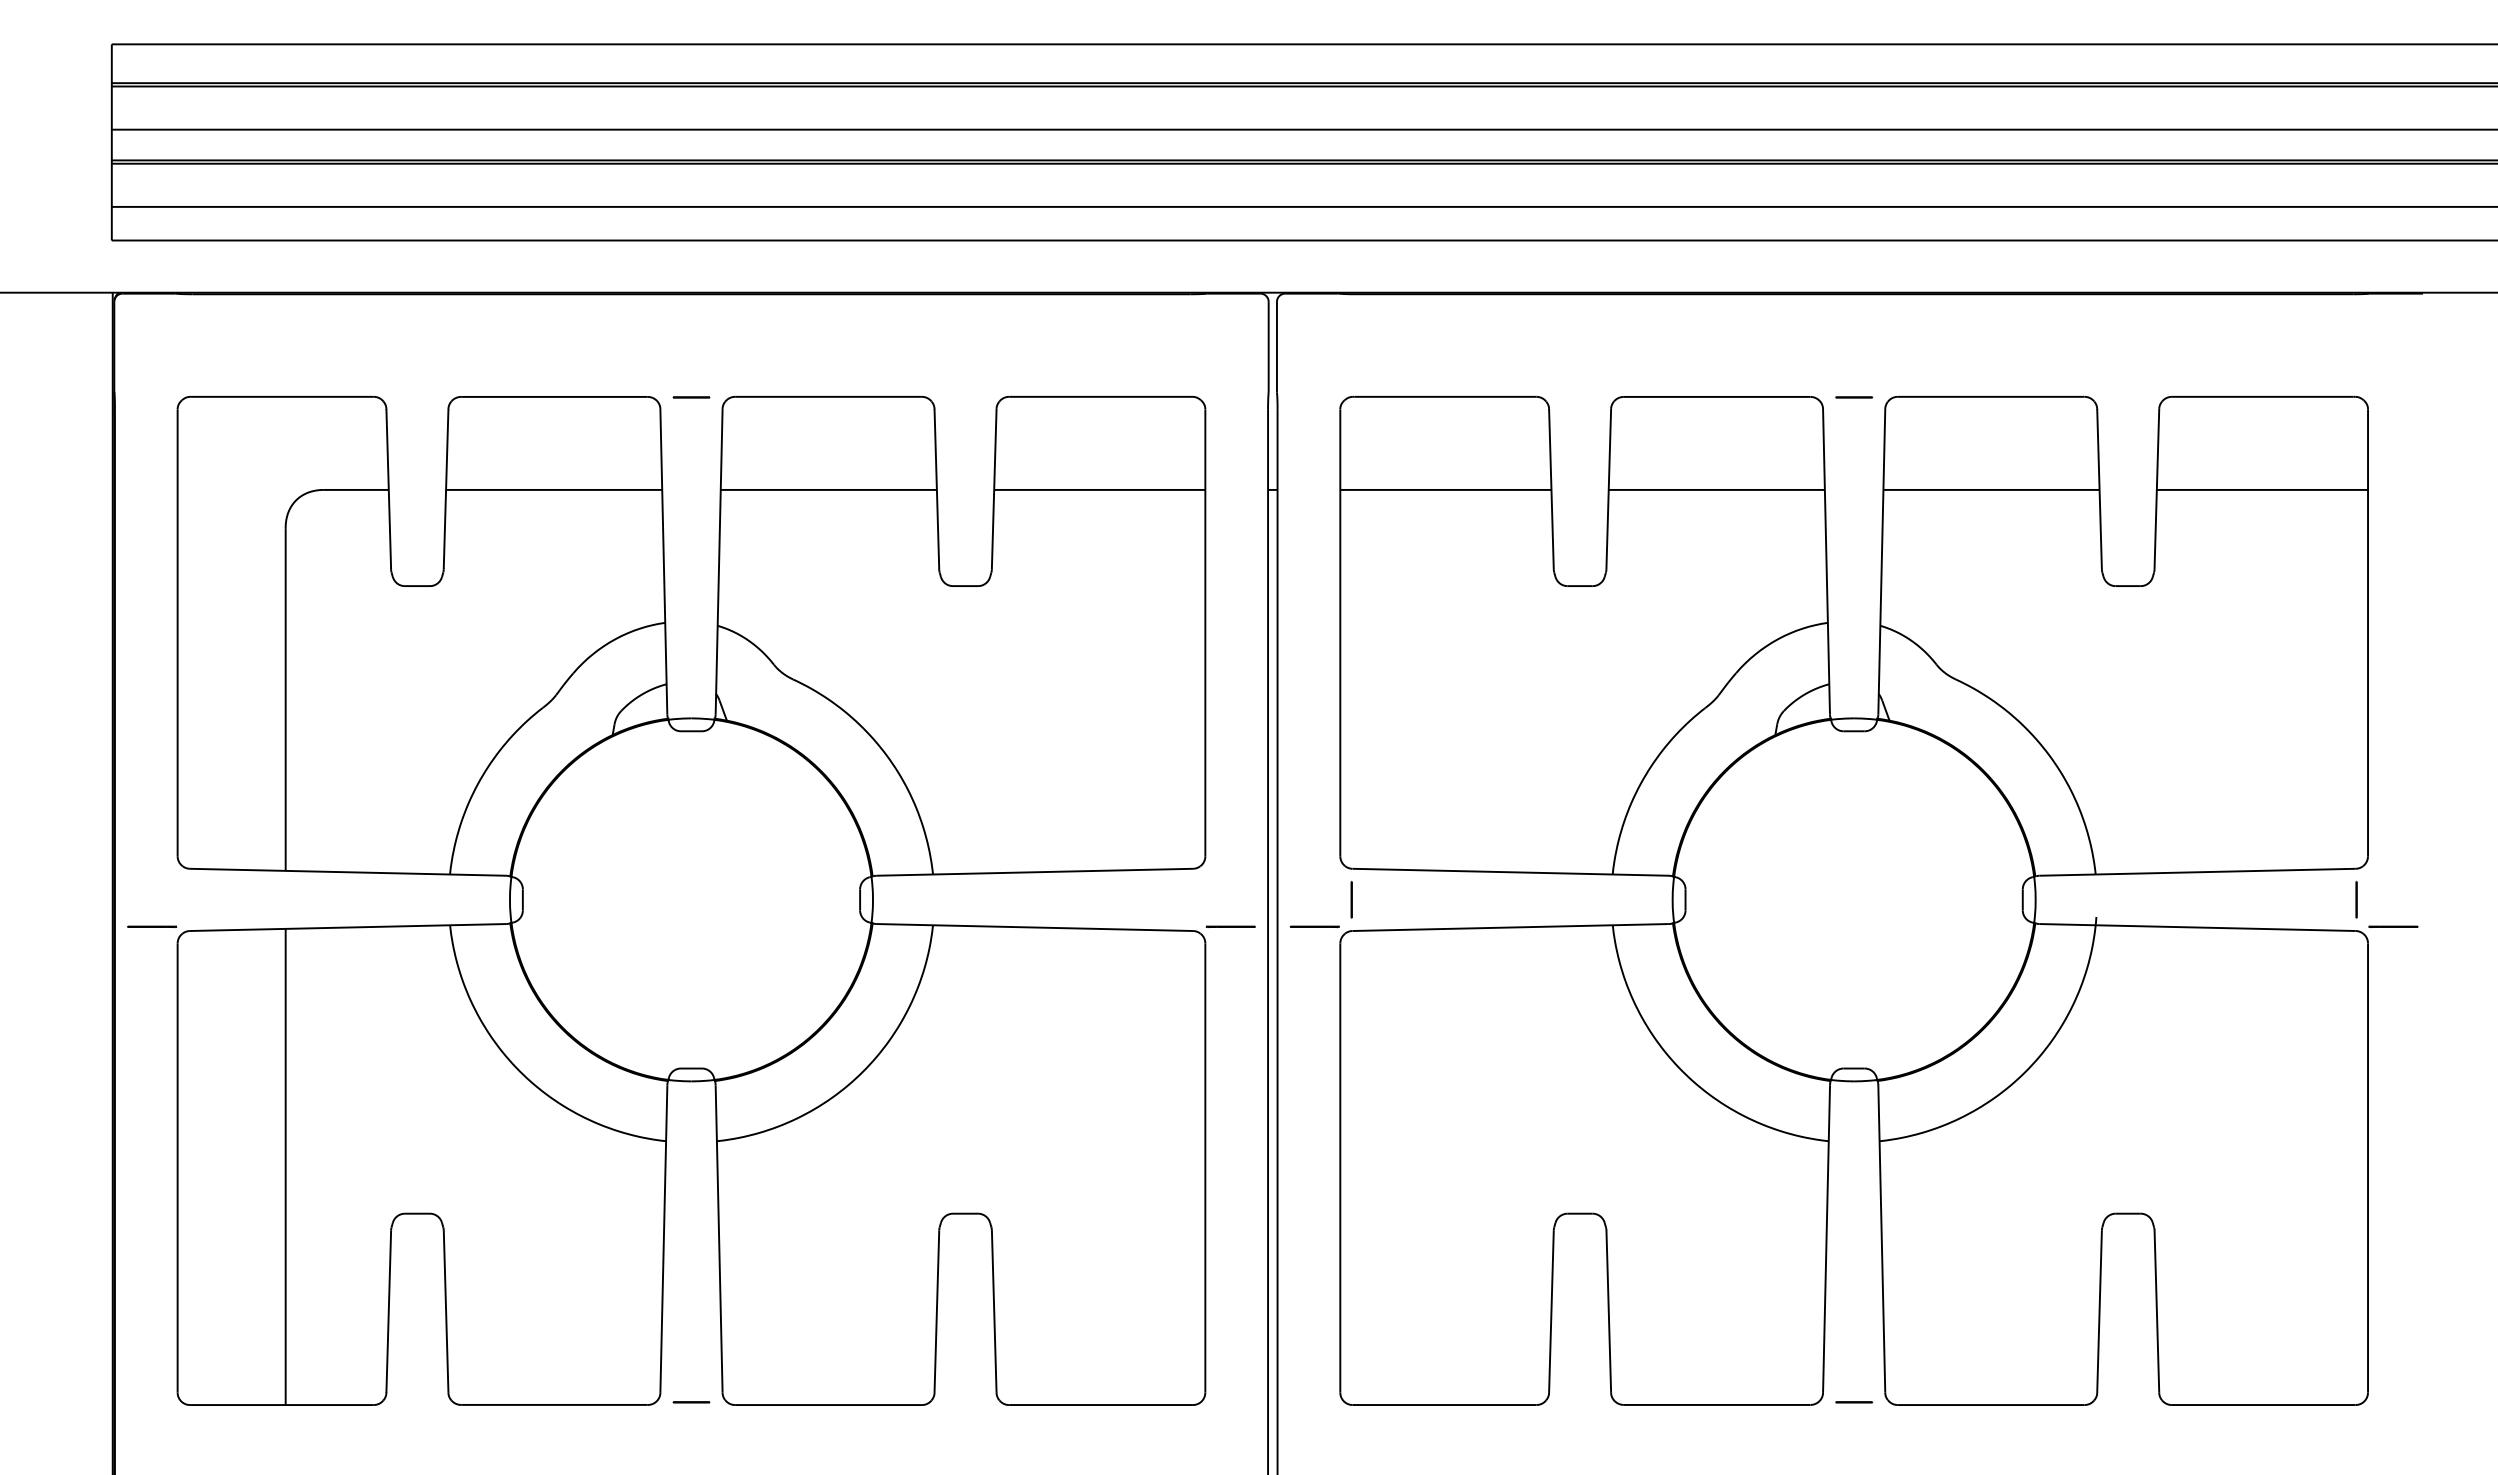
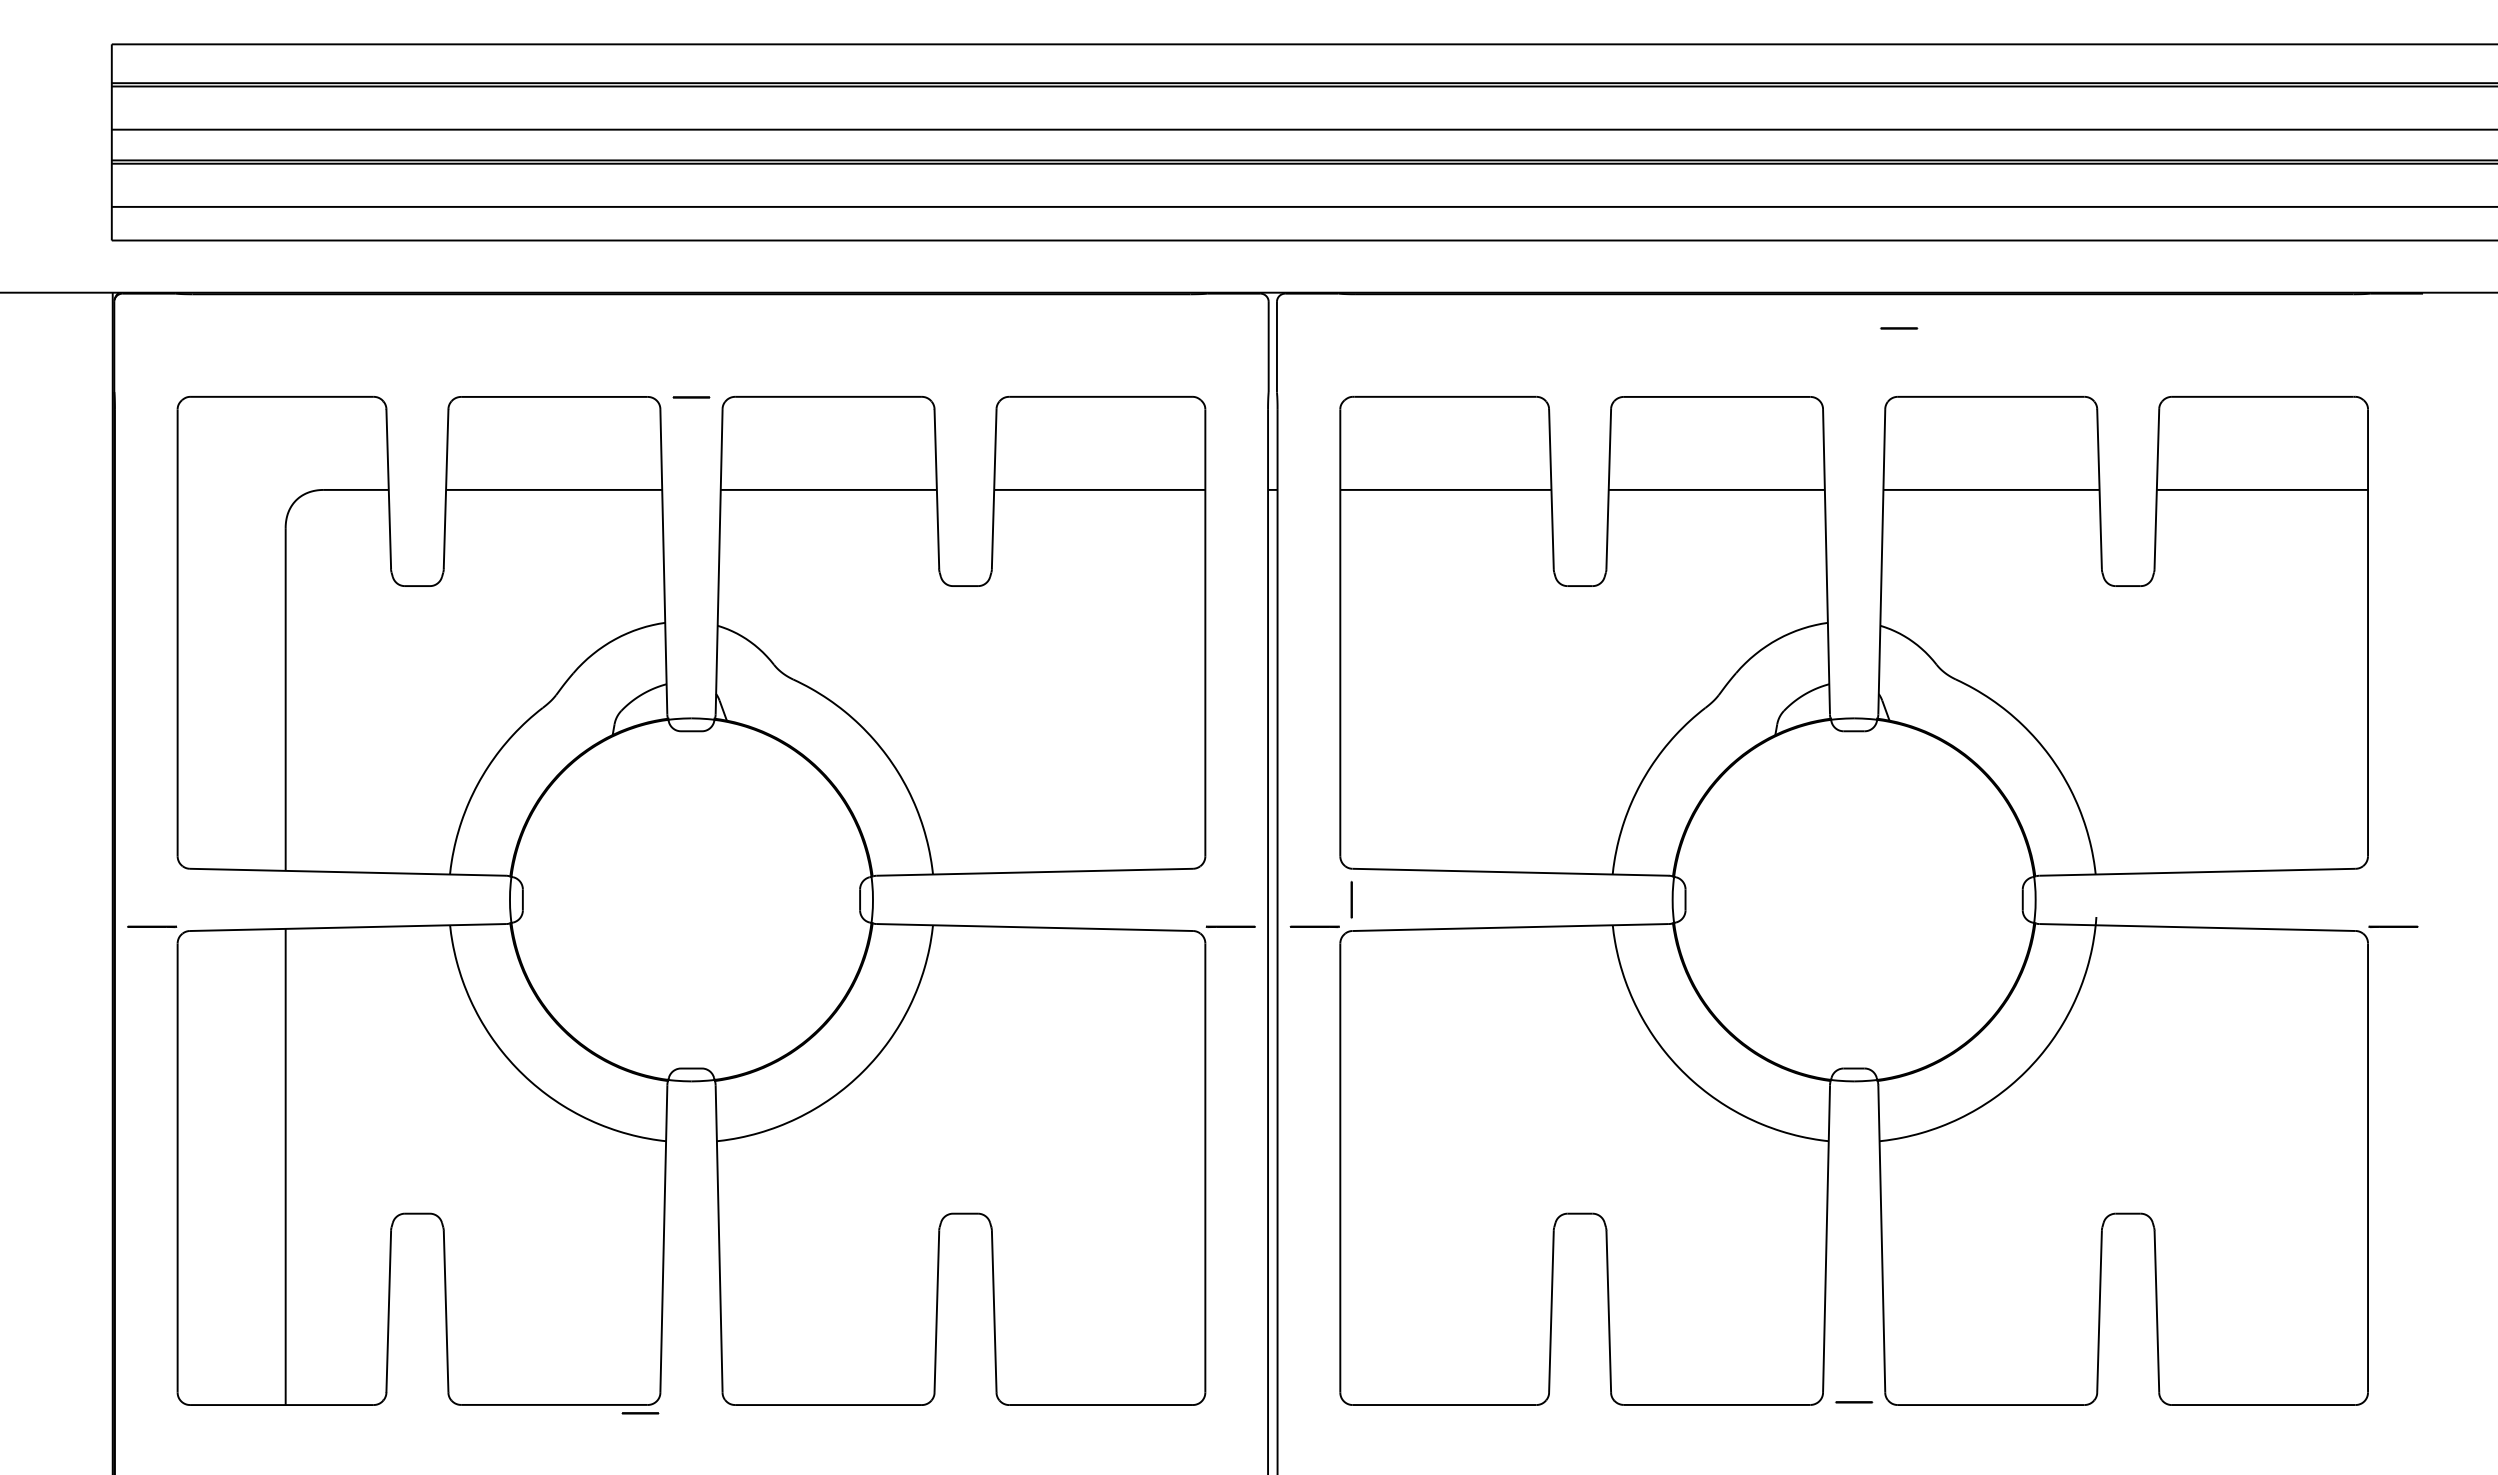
line at (1854, 397) position: (1854, 397) -> (1899, 328)
line at (2356, 899): present -> none
line at (691, 1402) position: (691, 1402) -> (640, 1413)
